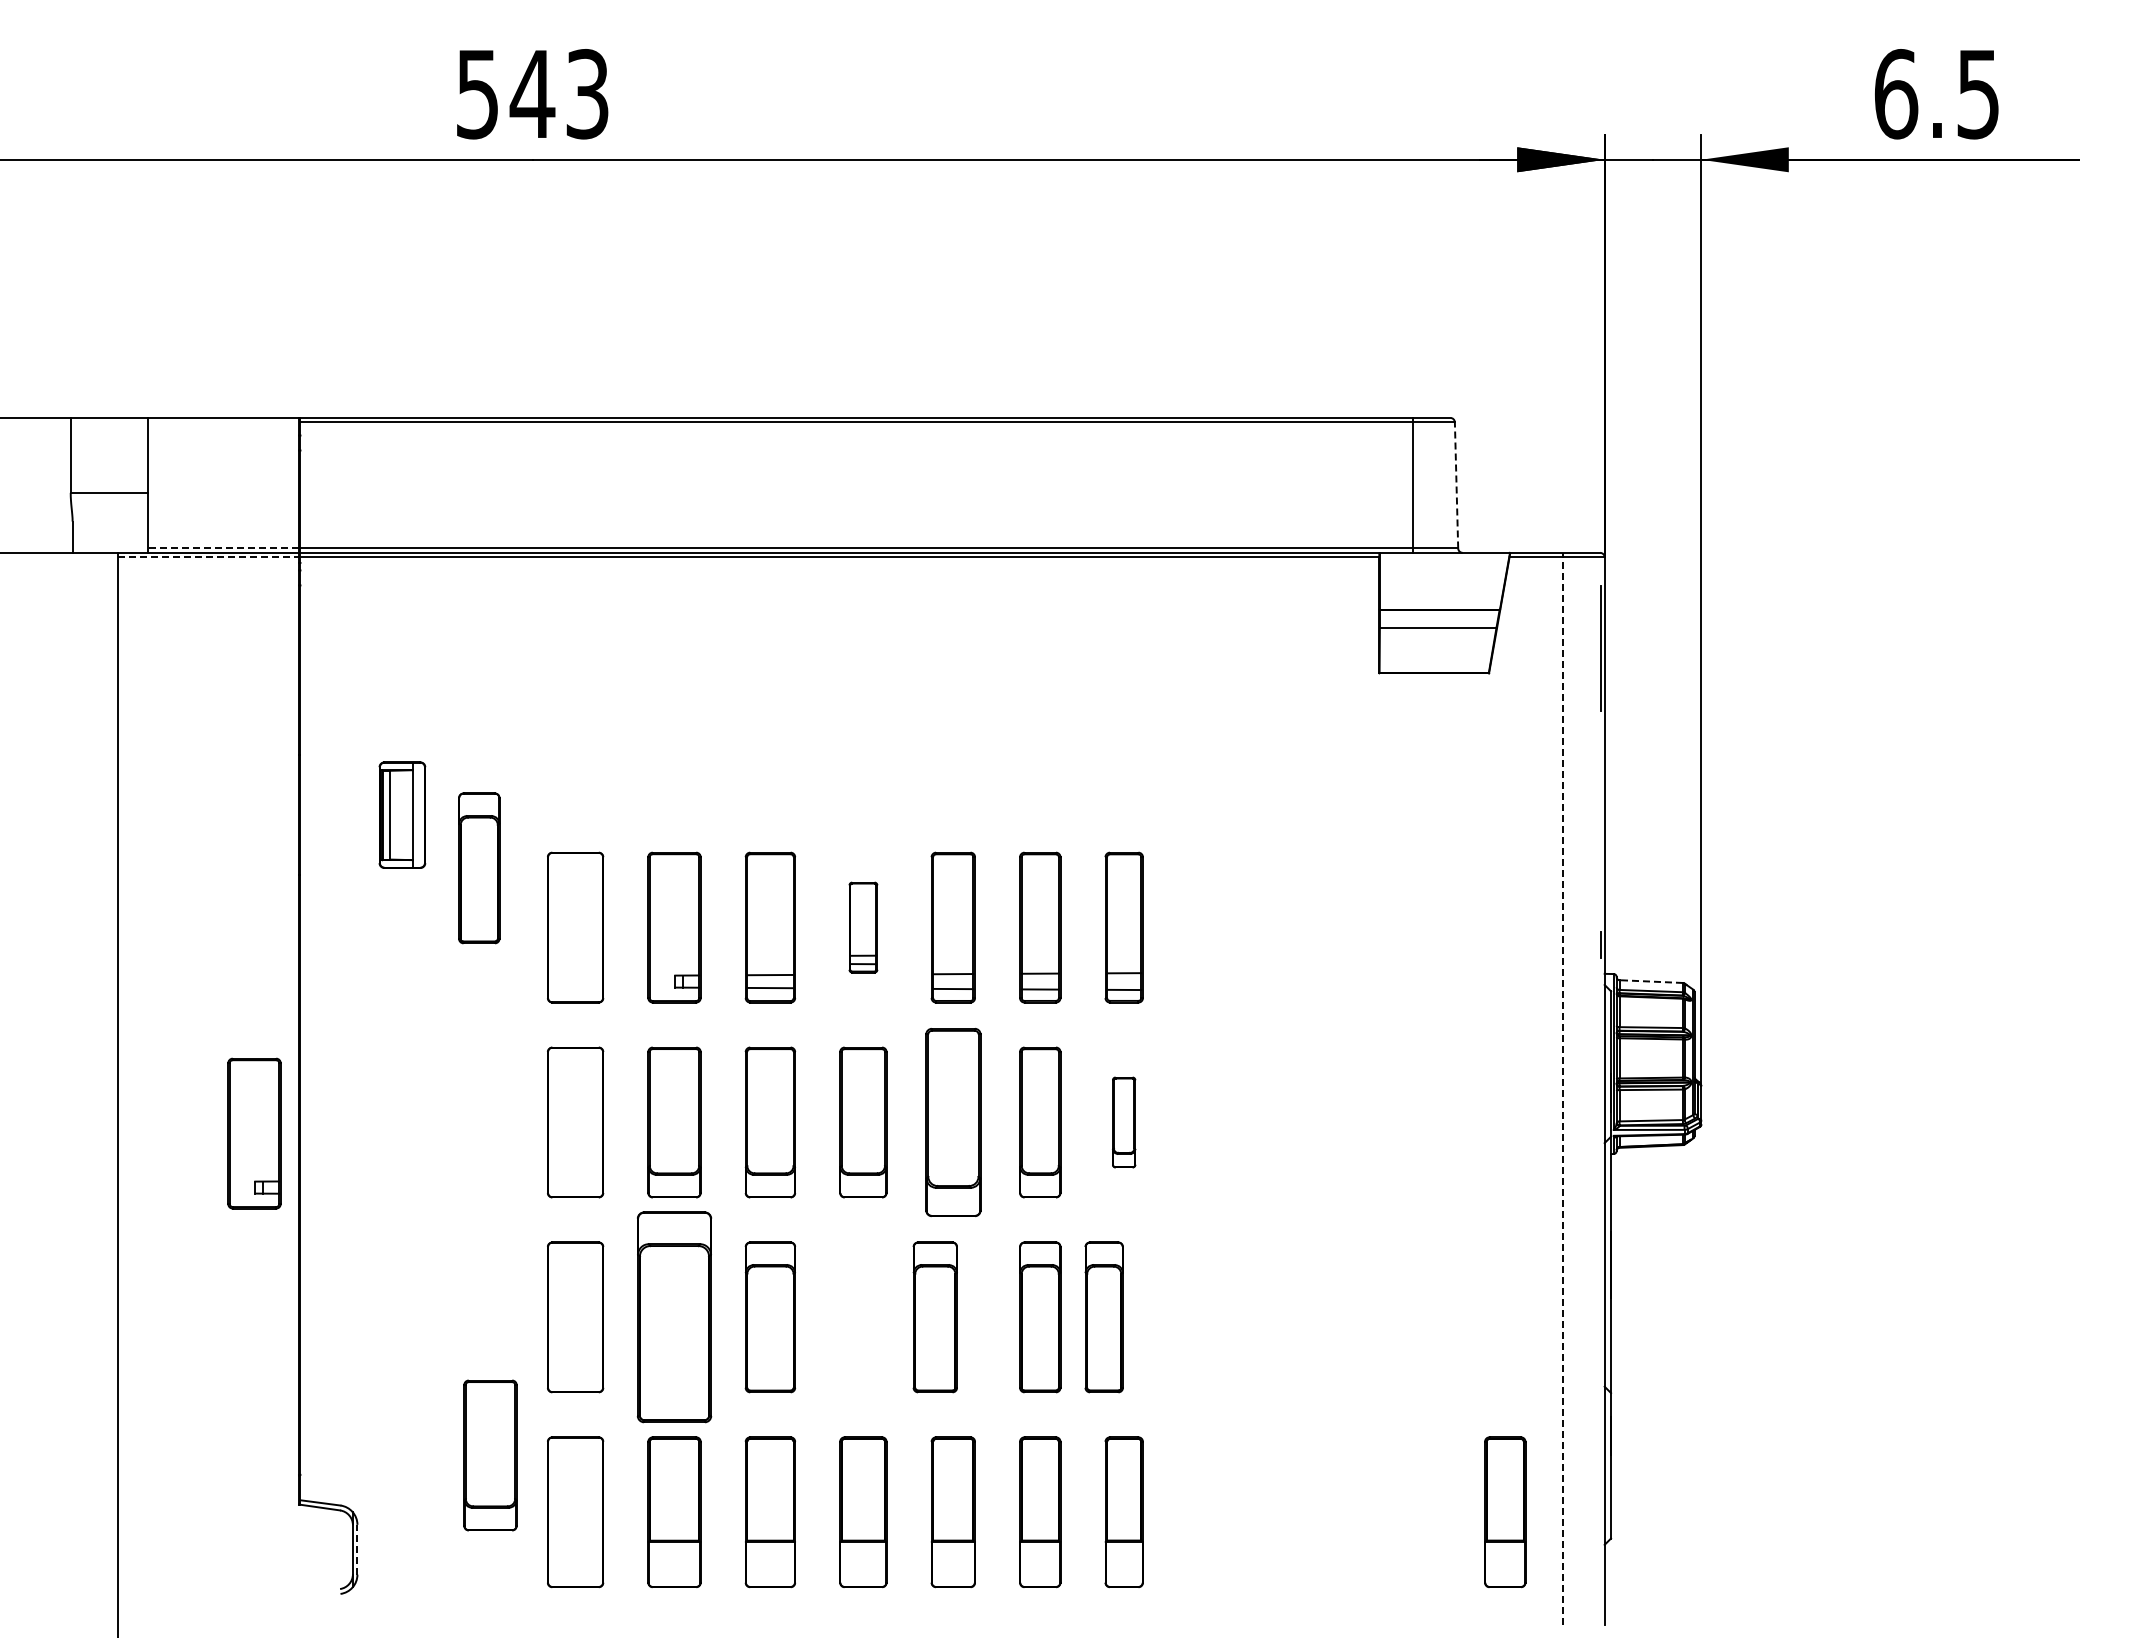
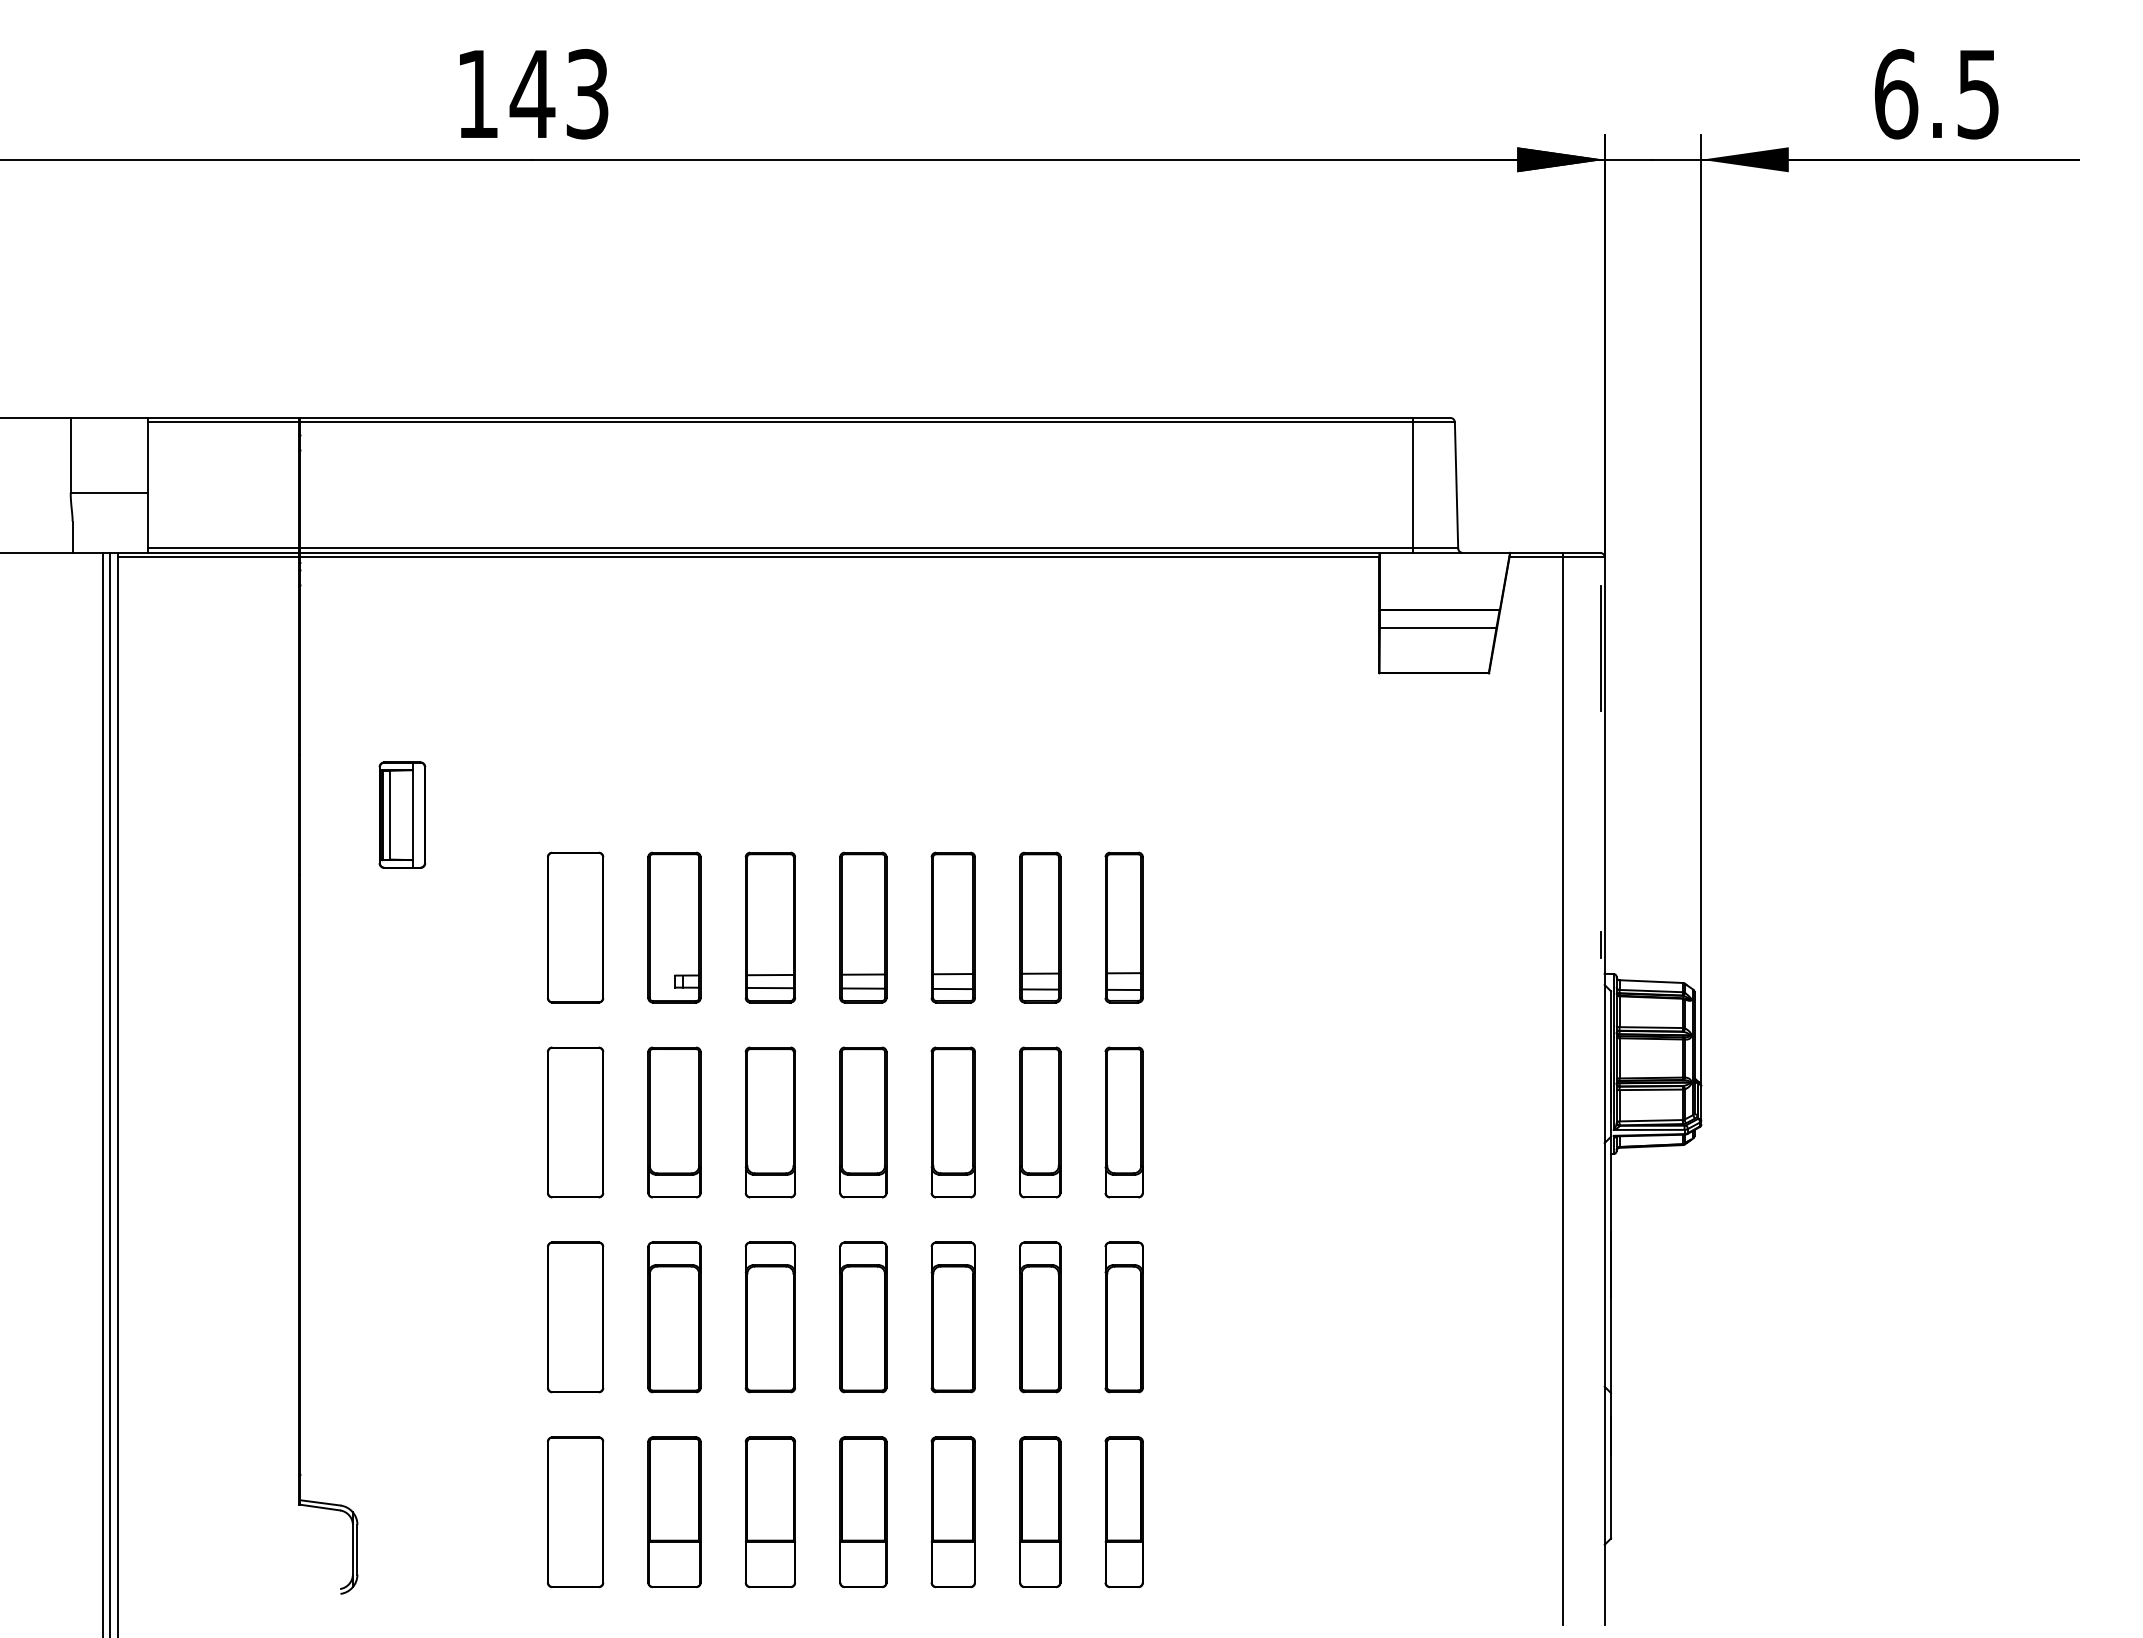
text at (477, 94): 543 -> 143
line at (222, 422): none -> present
line at (1456, 484): dashed -> solid
line at (223, 548): dashed -> solid
line at (208, 557): dashed -> solid
part at (479, 868): present -> none
part at (863, 927) size: 31x93 px -> 49x153 px
line at (1651, 981): dashed -> solid
line at (1562, 1088): dashed -> solid
line at (102, 1093): none -> present
line at (110, 1093): none -> present
part at (953, 1122) size: 57x190 px -> 46x153 px
part at (1124, 1122) size: 25x93 px -> 40x153 px
part at (254, 1133): present -> none
part at (674, 1317) size: 77x213 px -> 55x153 px
part at (863, 1317): none -> present
part at (934, 1317) position: (934, 1317) -> (952, 1317)
part at (1103, 1317) position: (1103, 1317) -> (1123, 1317)
part at (490, 1455): present -> none
part at (1505, 1512): present -> none
line at (357, 1549): dashed -> solid
